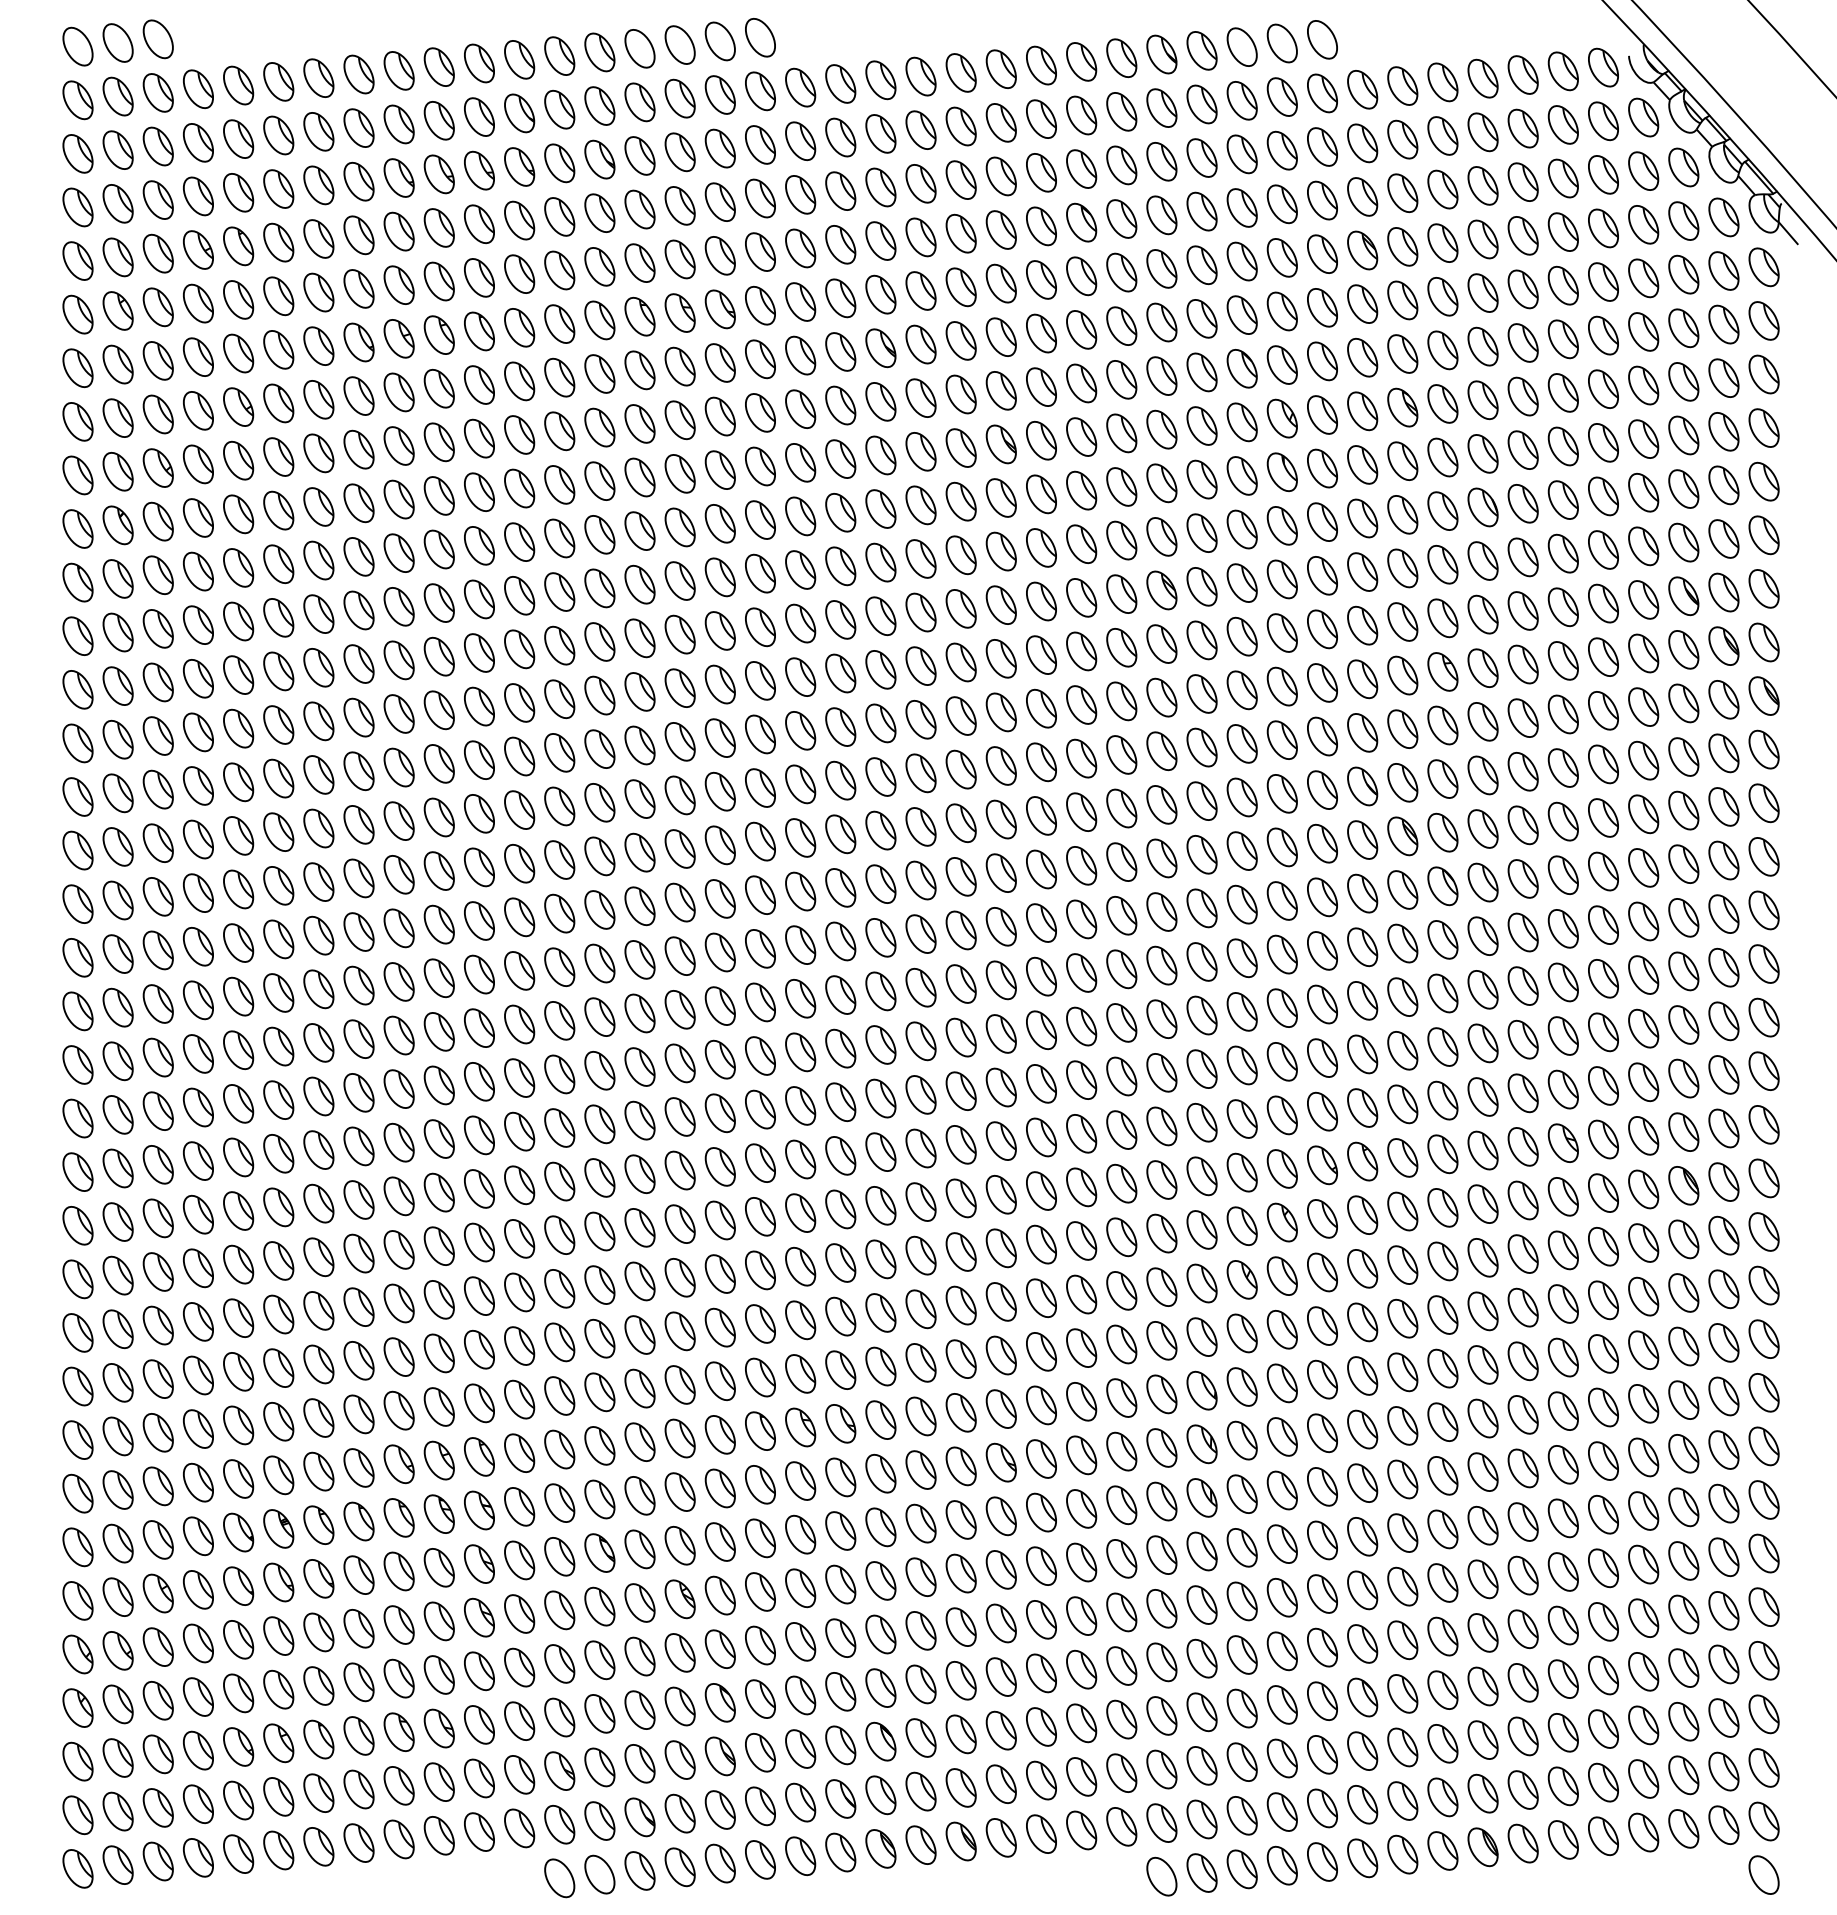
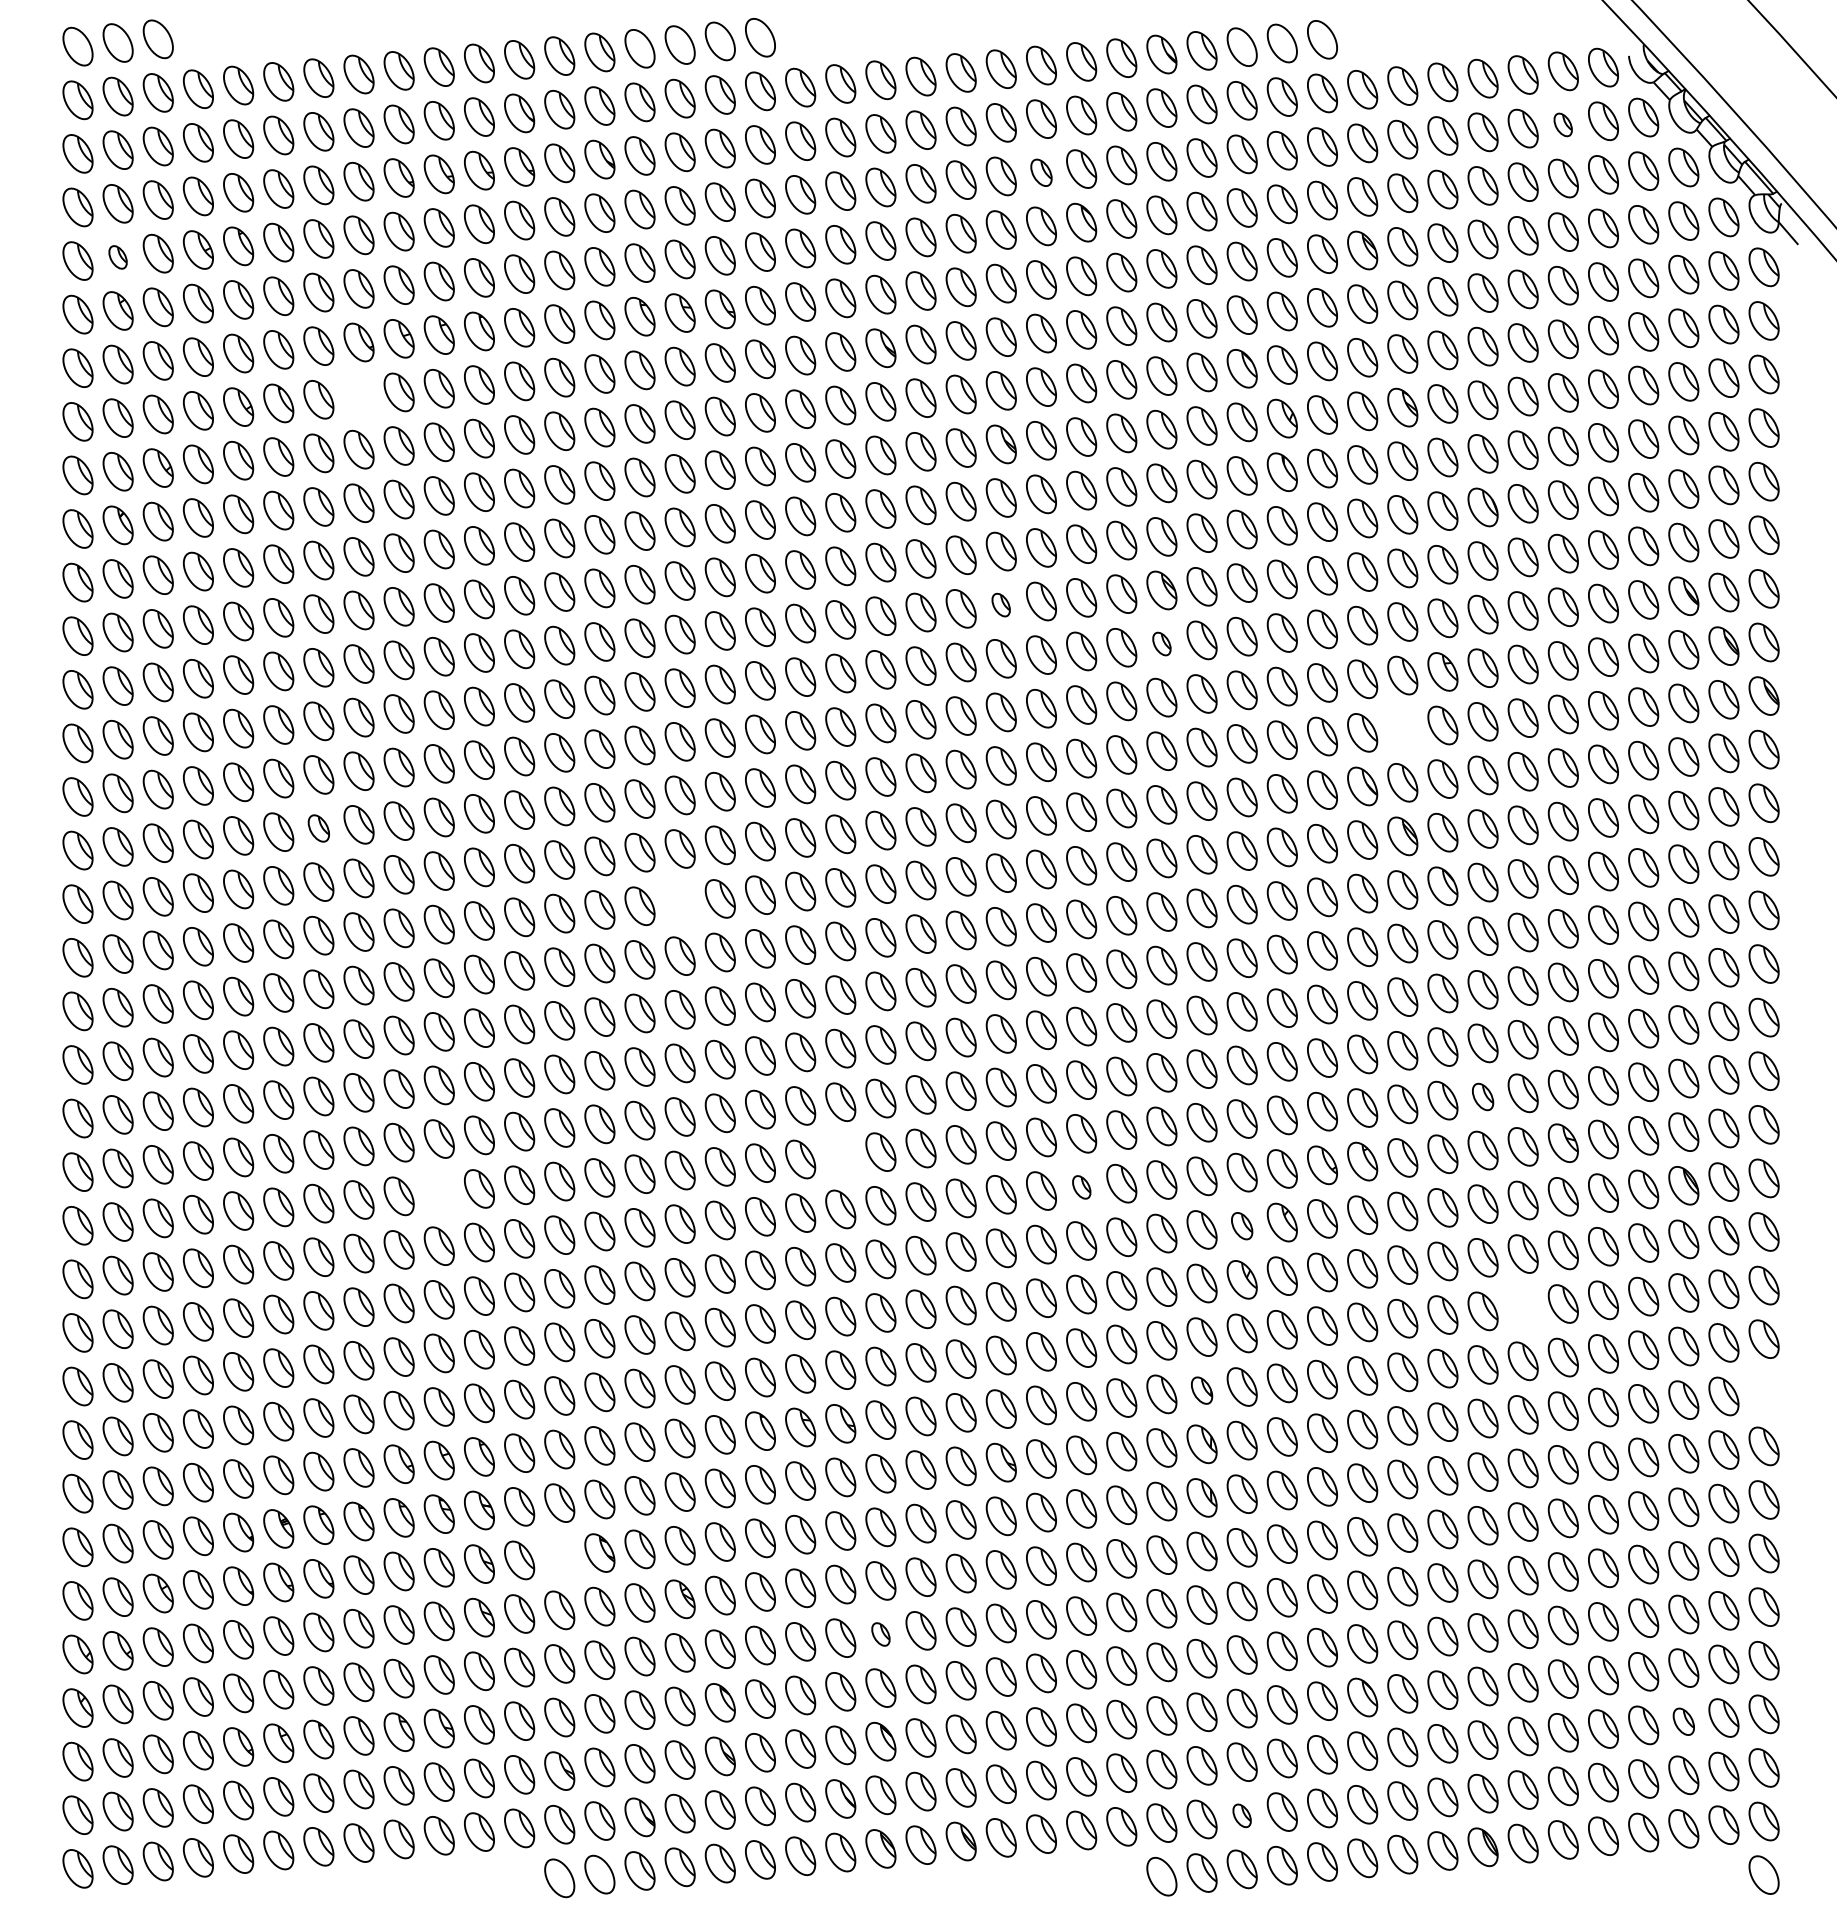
part at (1562, 124) size: 32x40 px -> 20x26 px
part at (1041, 172) size: 31x40 px -> 23x29 px
part at (117, 257) size: 32x41 px -> 20x25 px
part at (358, 395): present -> none
part at (1000, 604) size: 32x40 px -> 20x26 px
part at (1161, 643) size: 32x40 px -> 20x26 px
part at (1402, 728): present -> none
part at (318, 828) size: 32x41 px -> 23x29 px
part at (679, 902): present -> none
part at (1482, 1096) size: 32x40 px -> 23x30 px
part at (840, 1155): present -> none
part at (1081, 1187) size: 32x41 px -> 20x25 px
part at (438, 1192): present -> none
part at (1241, 1225) size: 32x40 px -> 23x29 px
part at (1522, 1307): present -> none
part at (1201, 1390) size: 32x41 px -> 23x29 px
part at (1763, 1392): present -> none
part at (559, 1556): present -> none
part at (880, 1634) size: 32x41 px -> 20x25 px
part at (1683, 1721) size: 32x40 px -> 23x29 px
part at (1241, 1815) size: 32x40 px -> 20x26 px
